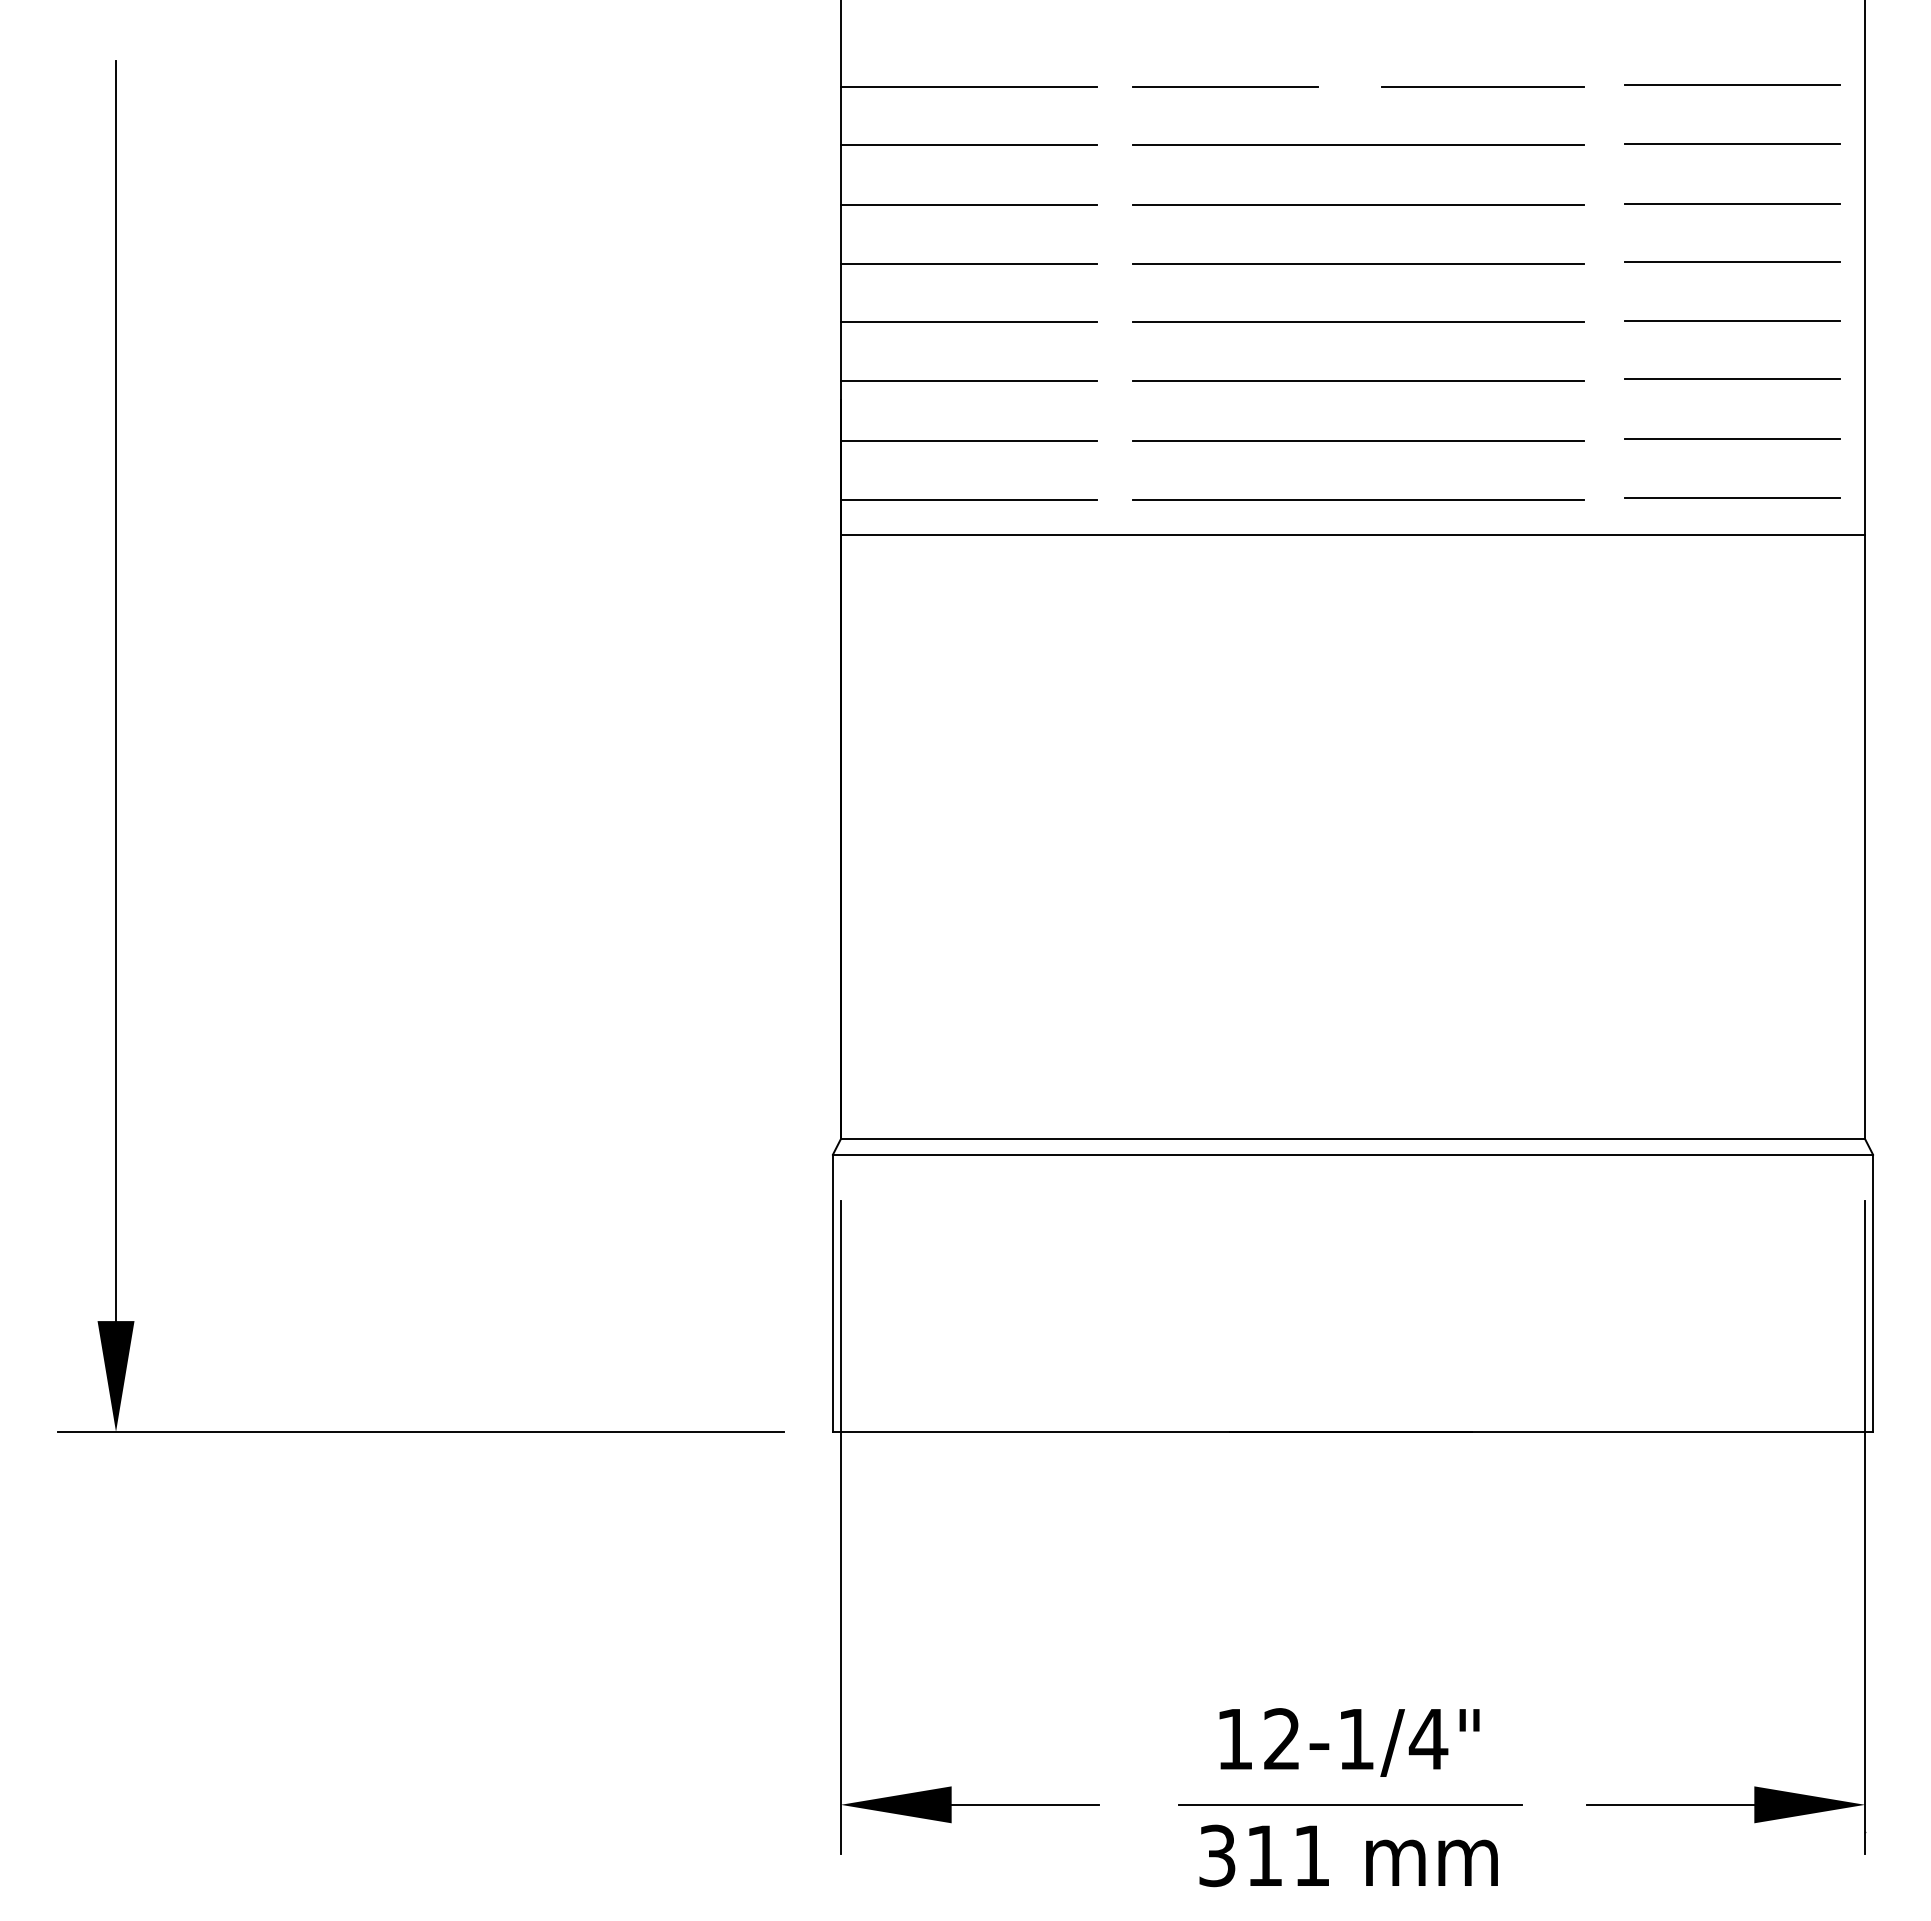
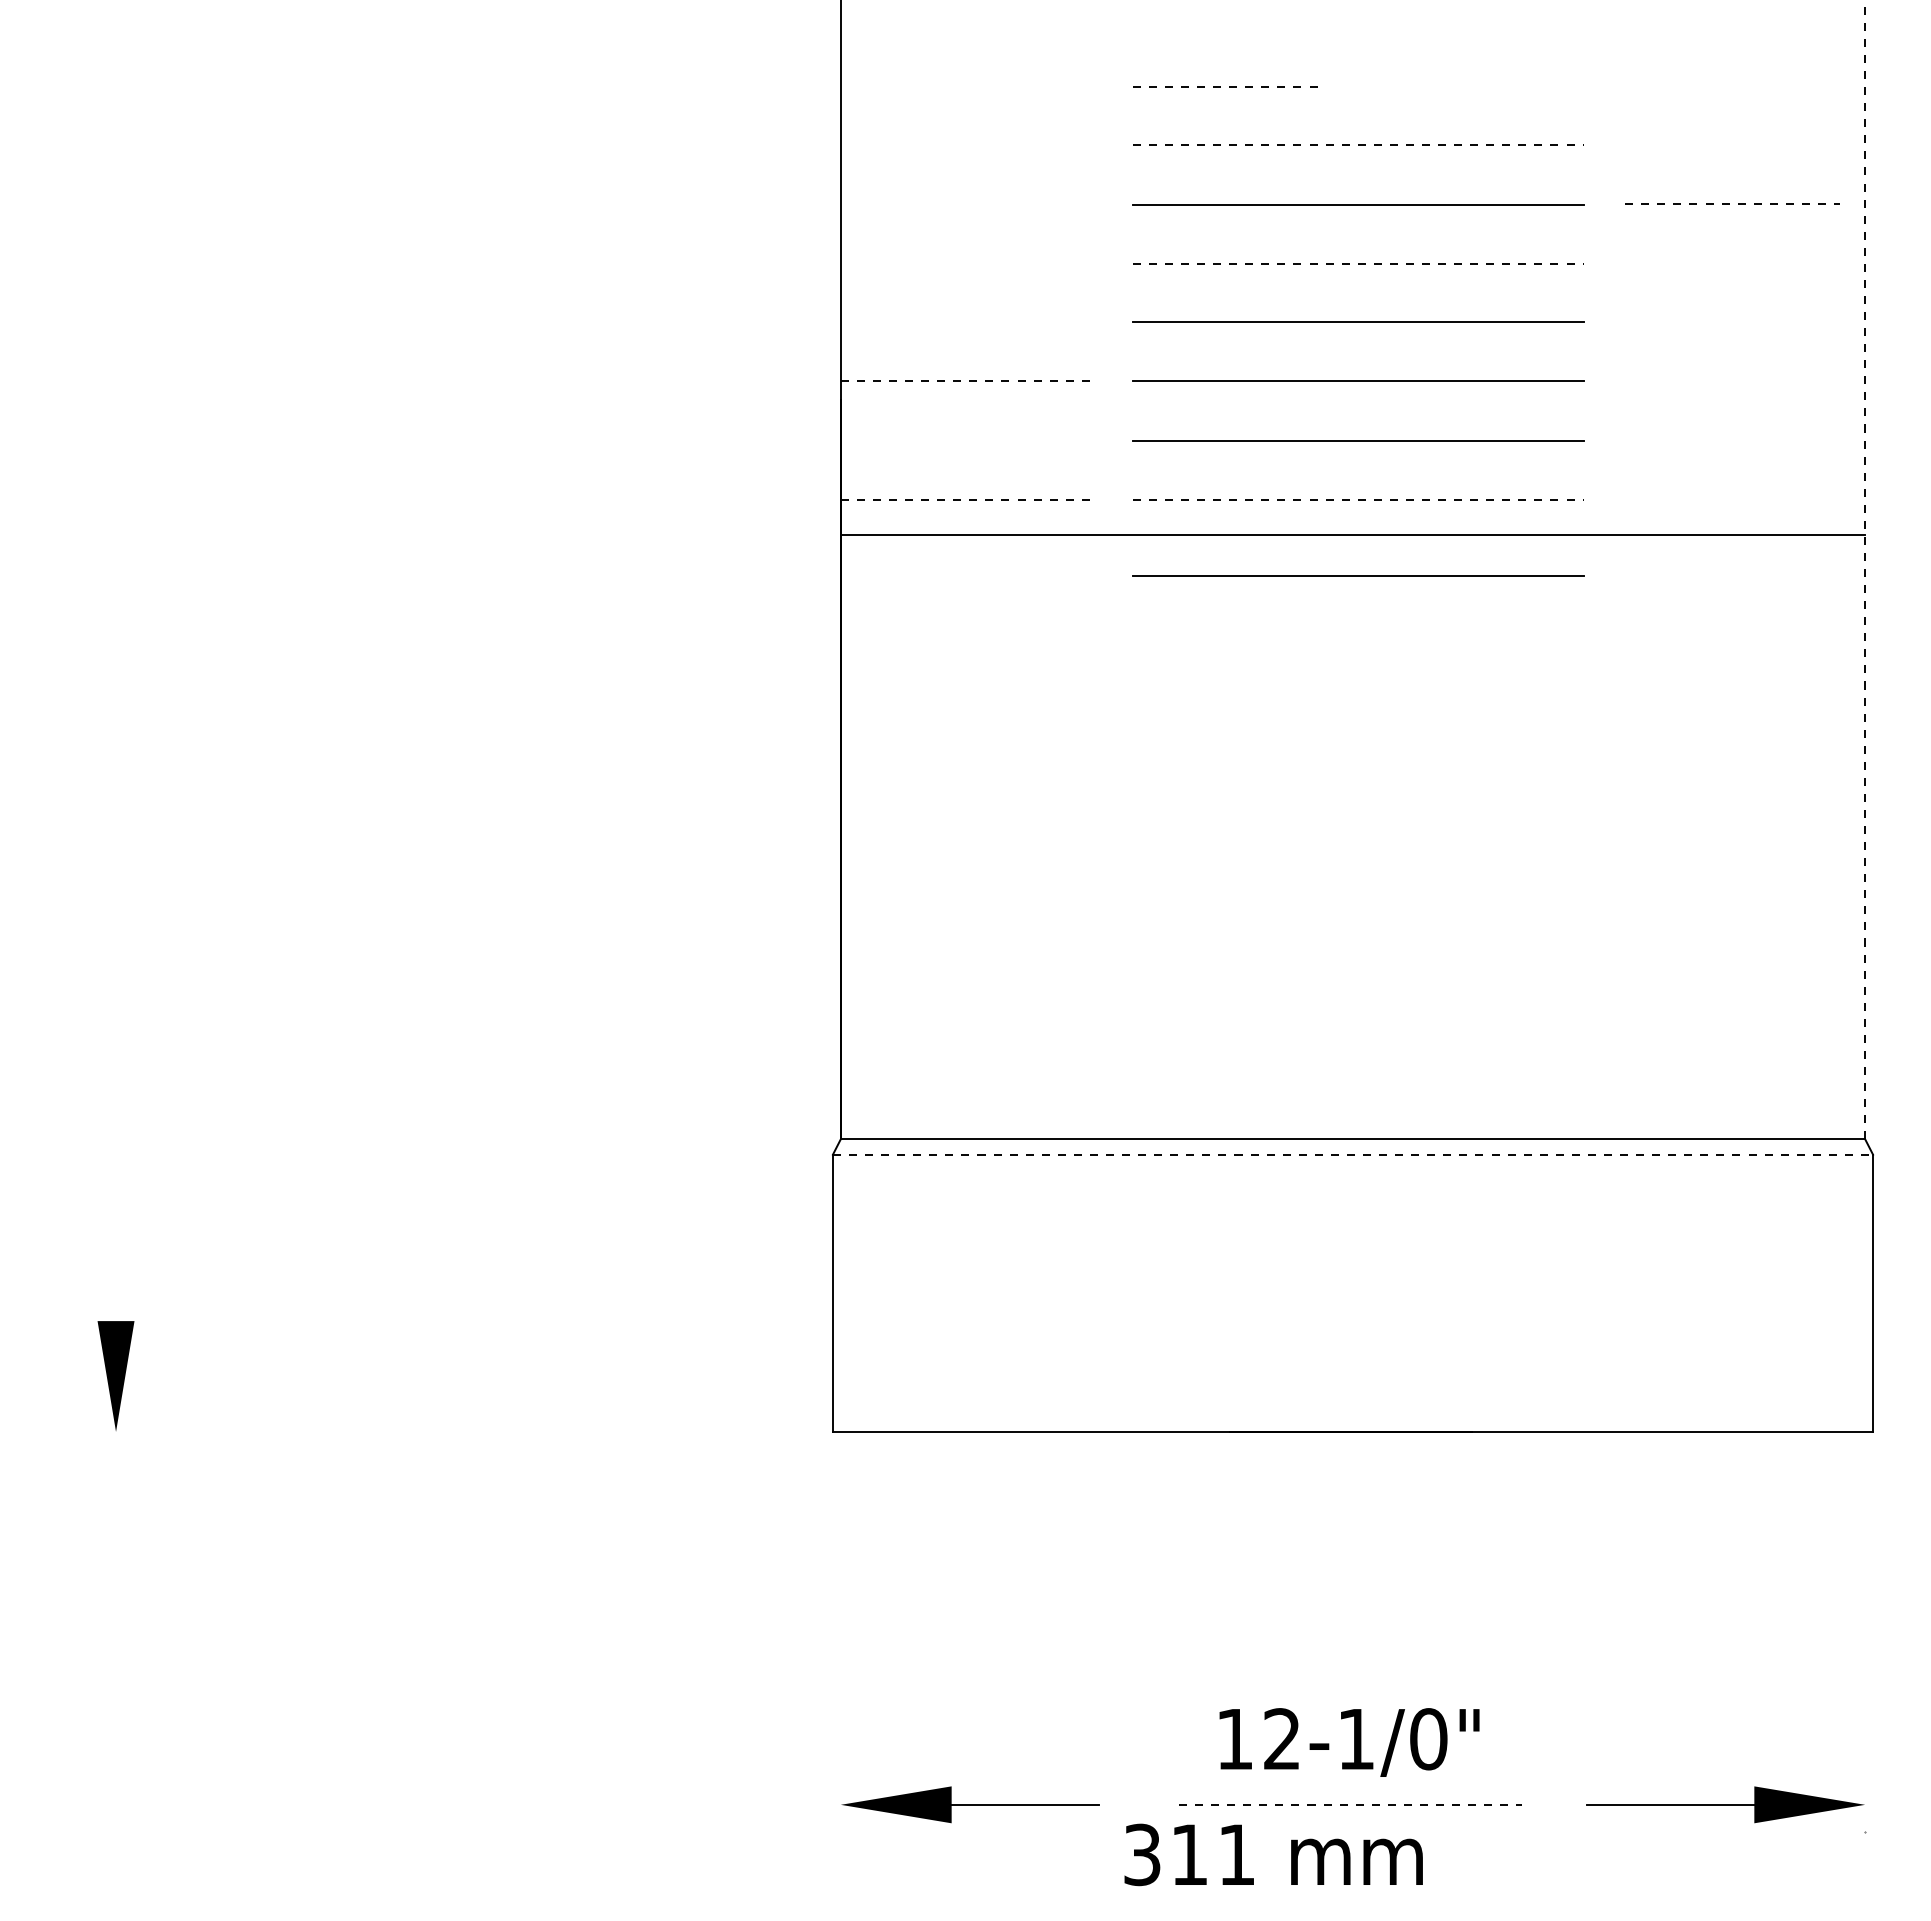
line at (1732, 85): present -> none
line at (968, 86): present -> none
line at (1225, 86): solid -> dashed
line at (1482, 86): present -> none
line at (1732, 143): present -> none
line at (968, 145): present -> none
line at (1358, 145): solid -> dashed
line at (1732, 203): solid -> dashed
line at (968, 205): present -> none
line at (1732, 262): present -> none
line at (968, 263): present -> none
line at (1358, 263): solid -> dashed
line at (1732, 320): present -> none
line at (968, 322): present -> none
line at (1732, 378): present -> none
line at (968, 380): solid -> dashed
line at (1732, 439): present -> none
line at (968, 441): present -> none
line at (1732, 497): present -> none
line at (968, 499): solid -> dashed
line at (1358, 499): solid -> dashed
line at (1865, 569): solid -> dashed
line at (1358, 575): none -> present
line at (116, 718): present -> none
line at (1353, 1154): solid -> dashed
line at (420, 1431): present -> none
line at (840, 1526): present -> none
line at (1865, 1526): present -> none
text at (1428, 1739): 12-1/4" -> 12-1/0"
line at (1350, 1805): solid -> dashed
text at (1348, 1855) position: (1348, 1855) -> (1273, 1854)
